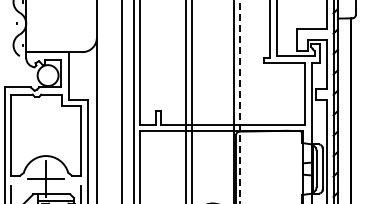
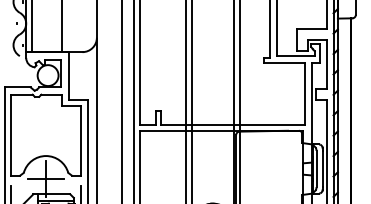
line at (31, 27): none -> present
line at (62, 27): none -> present
line at (240, 101): dashed -> solid
